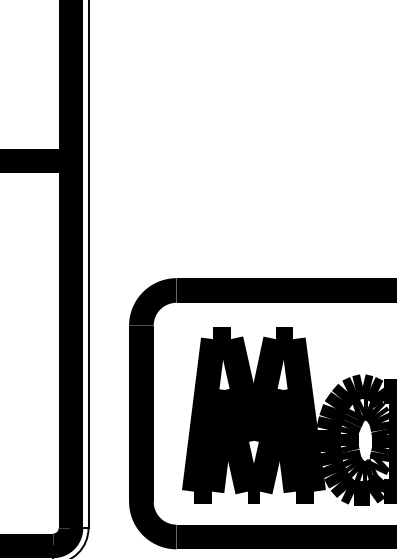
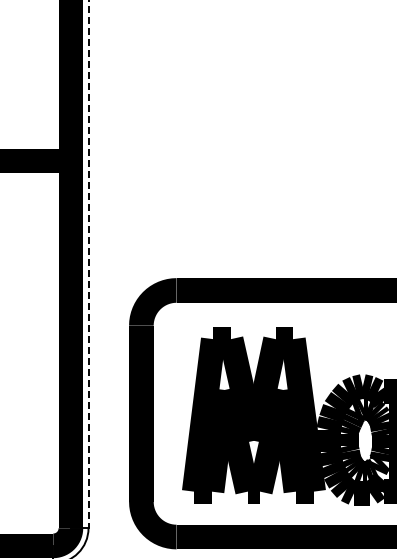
line at (88, 264): solid -> dashed
